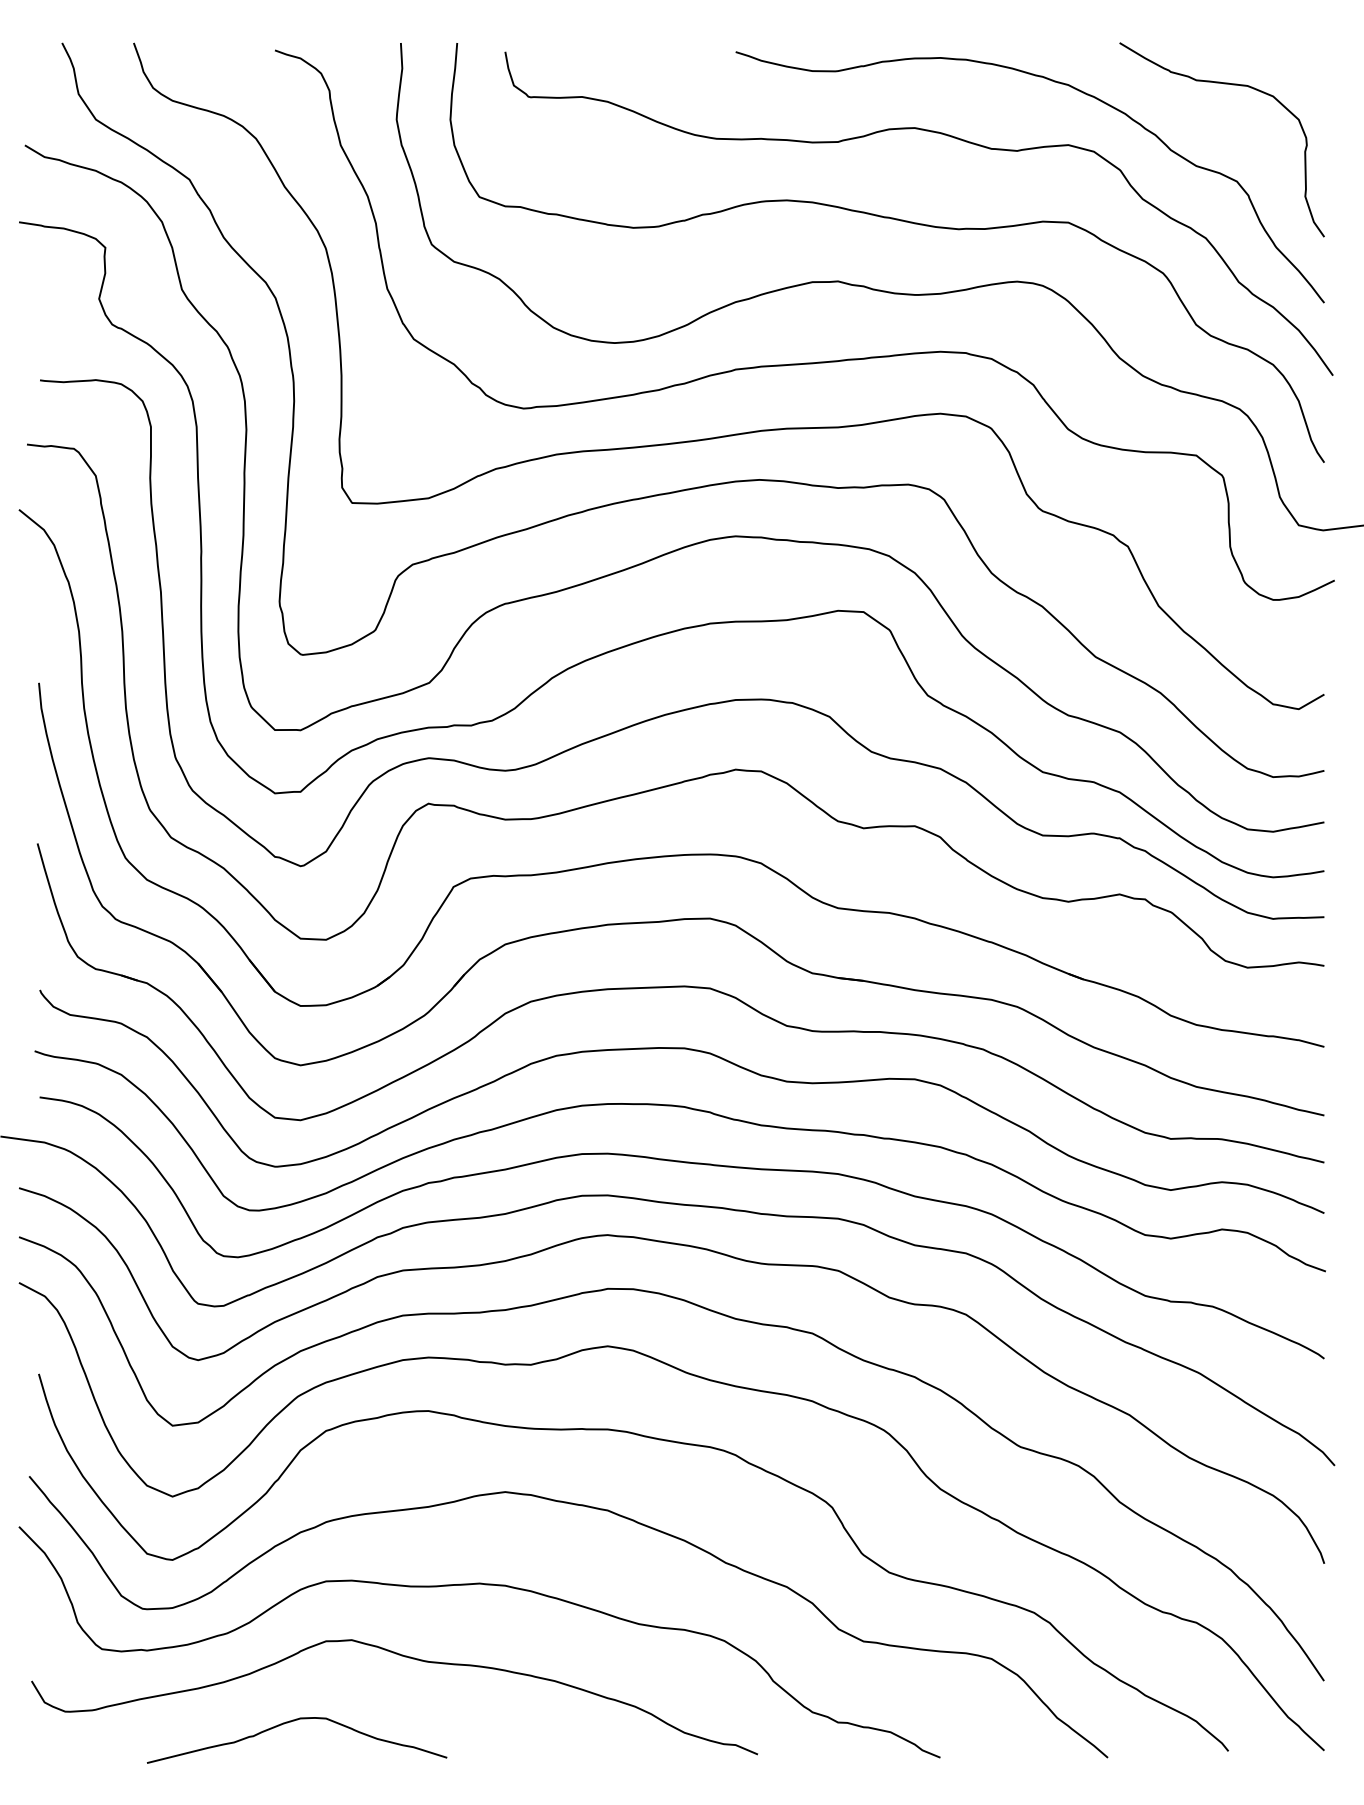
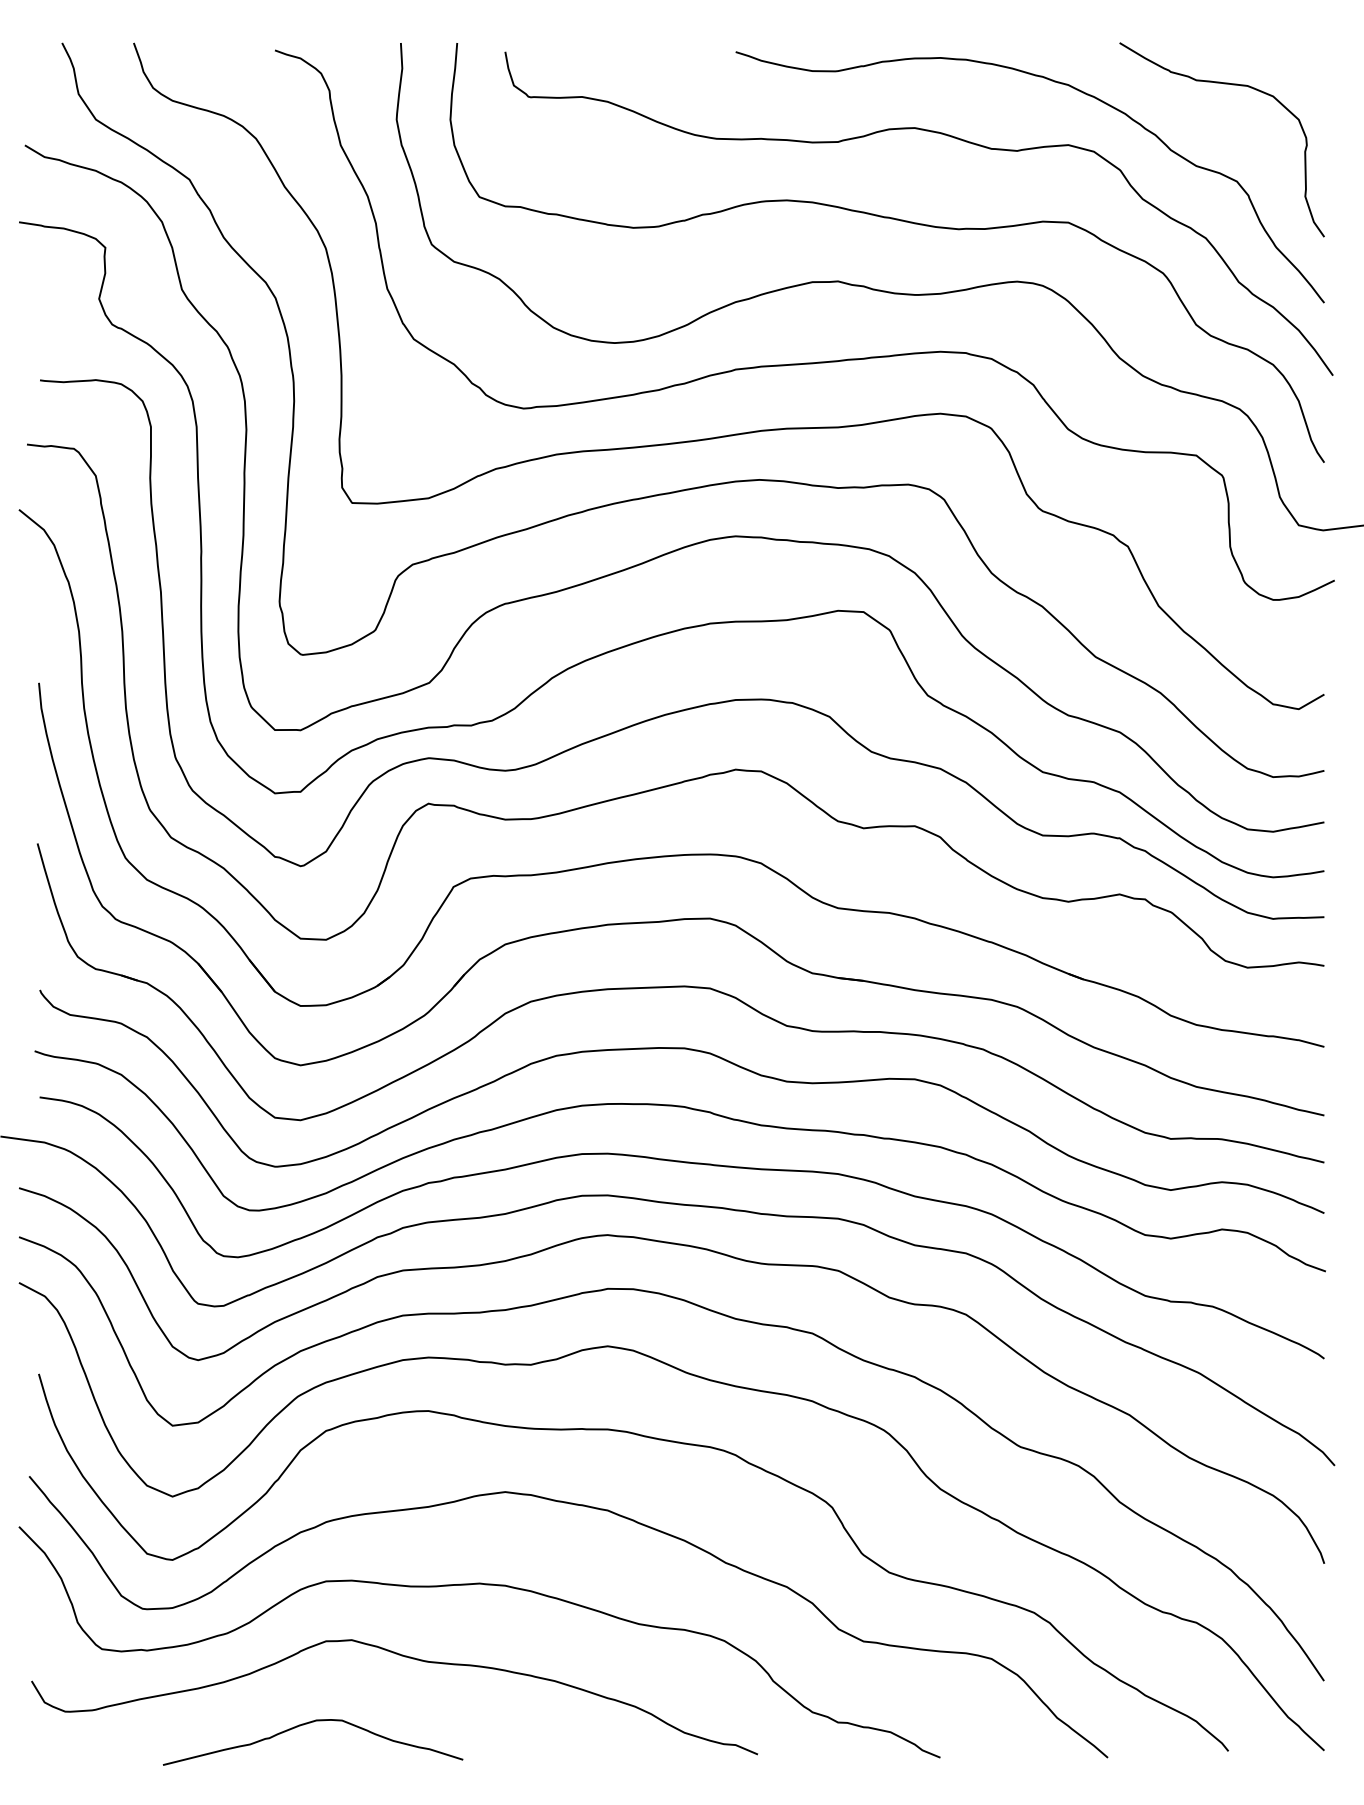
curve at (291, 1722) position: (291, 1722) -> (307, 1724)
